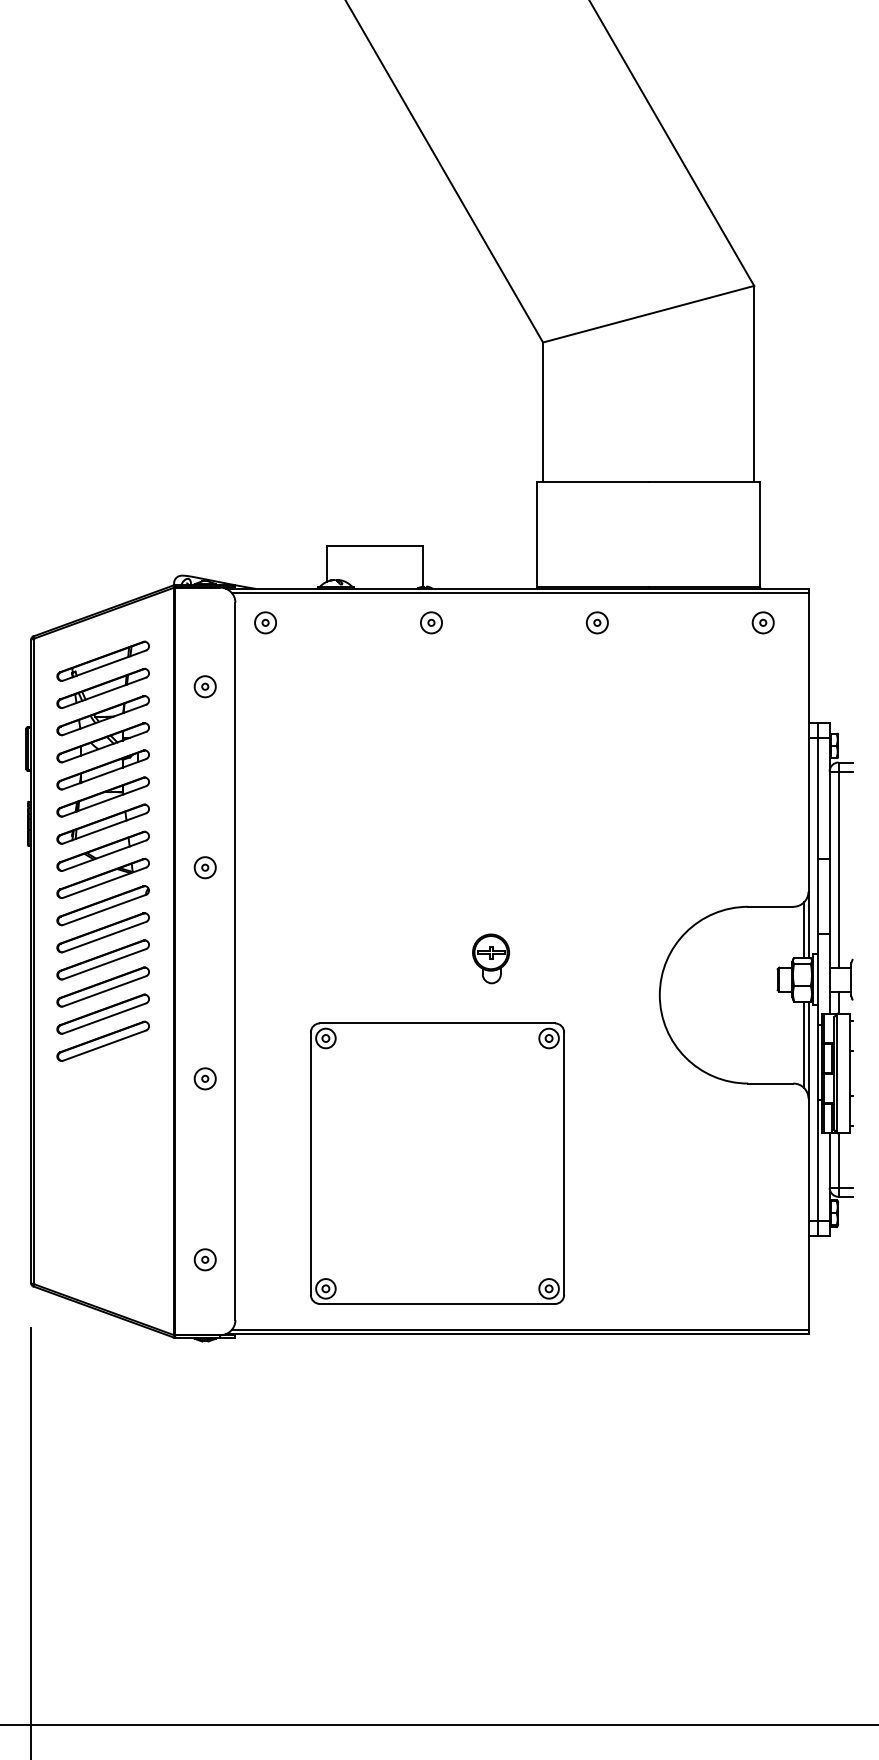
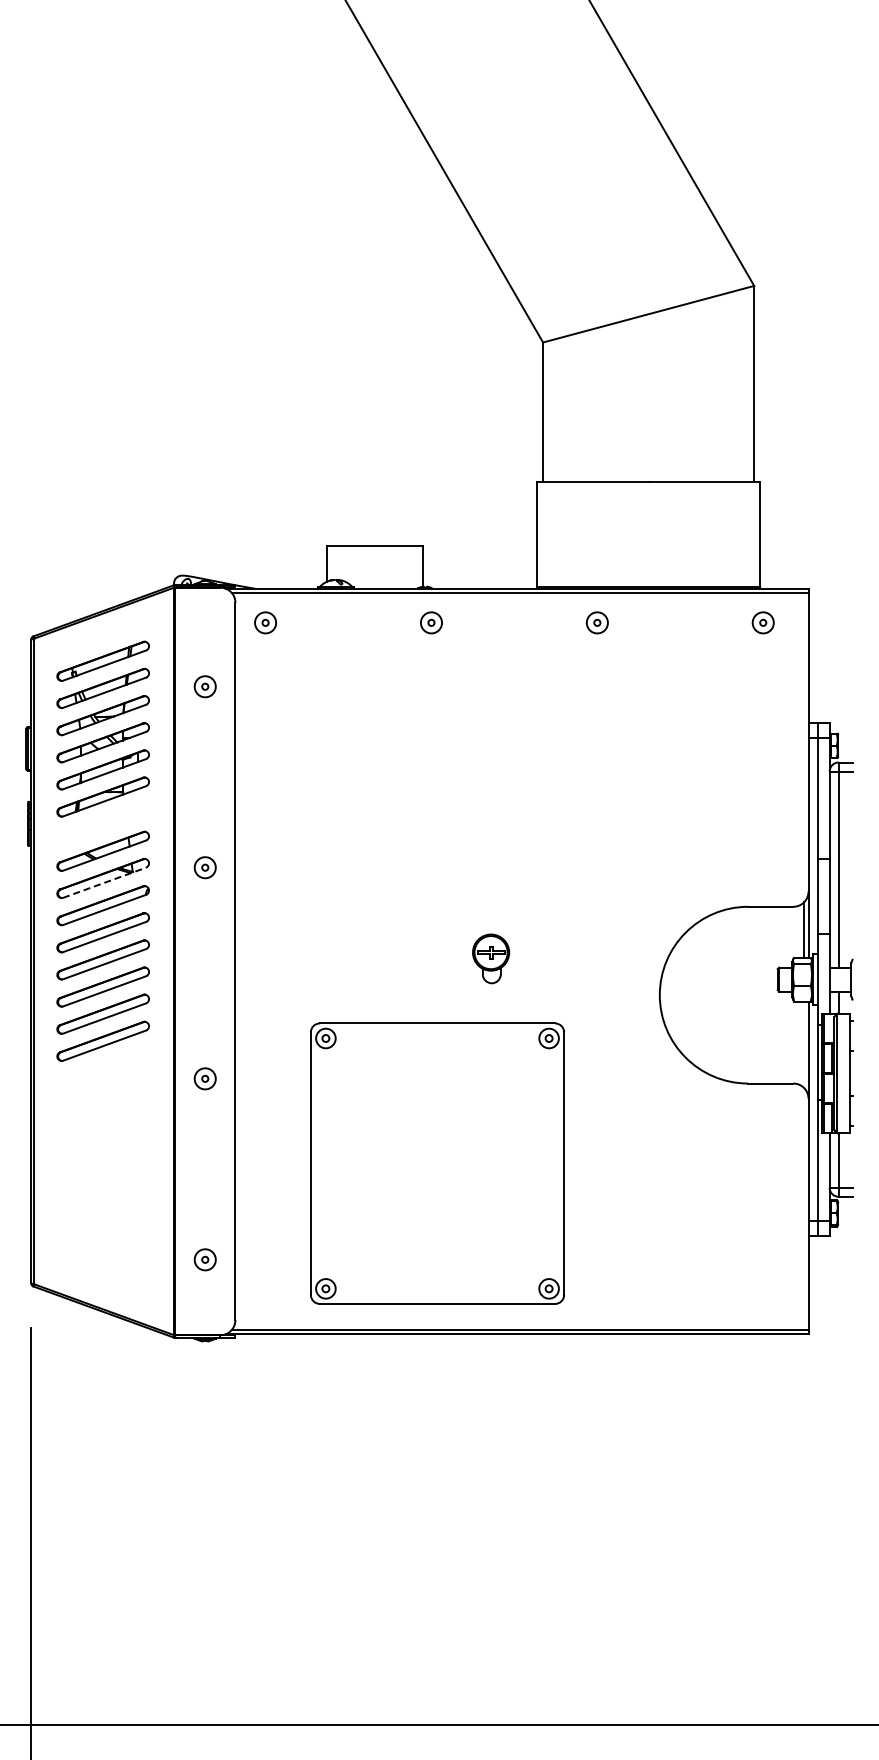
part at (102, 823): present -> none
line at (105, 882): solid -> dashed
line at (803, 1044): present -> none
